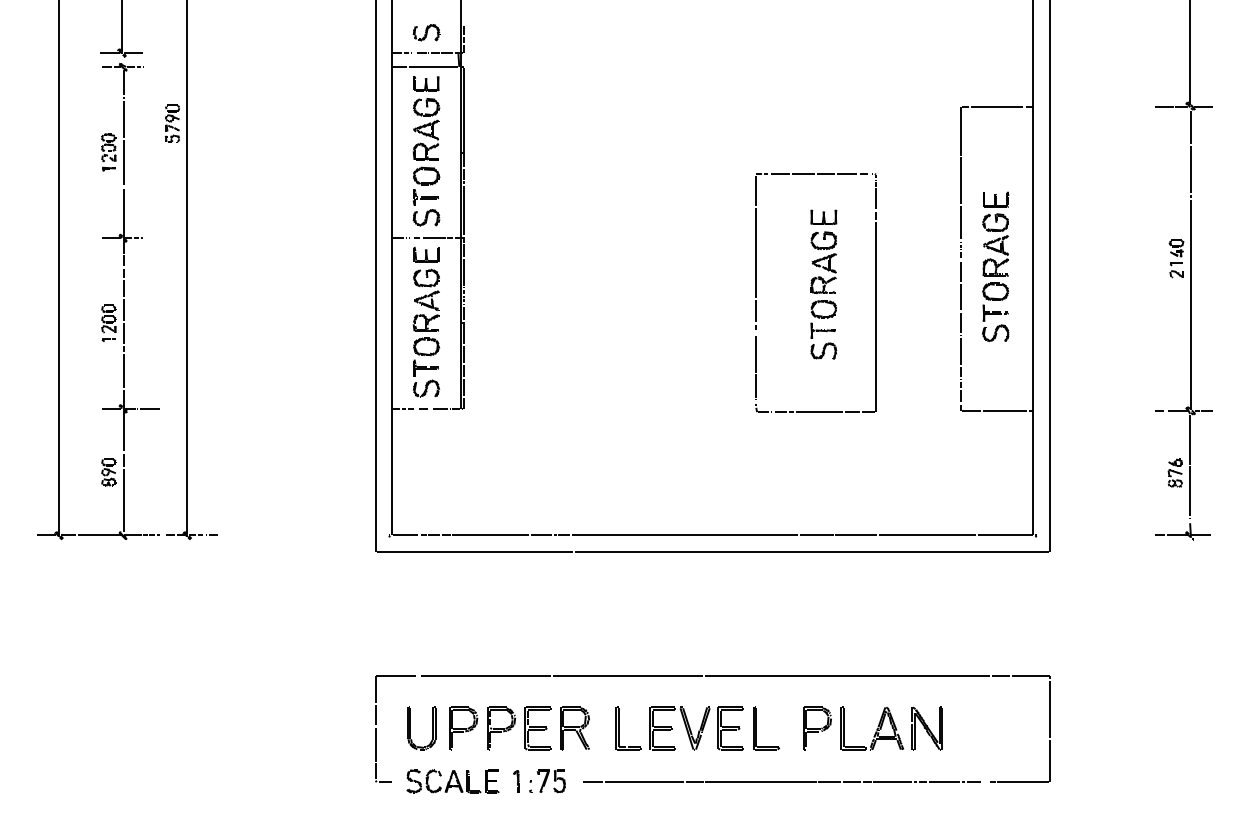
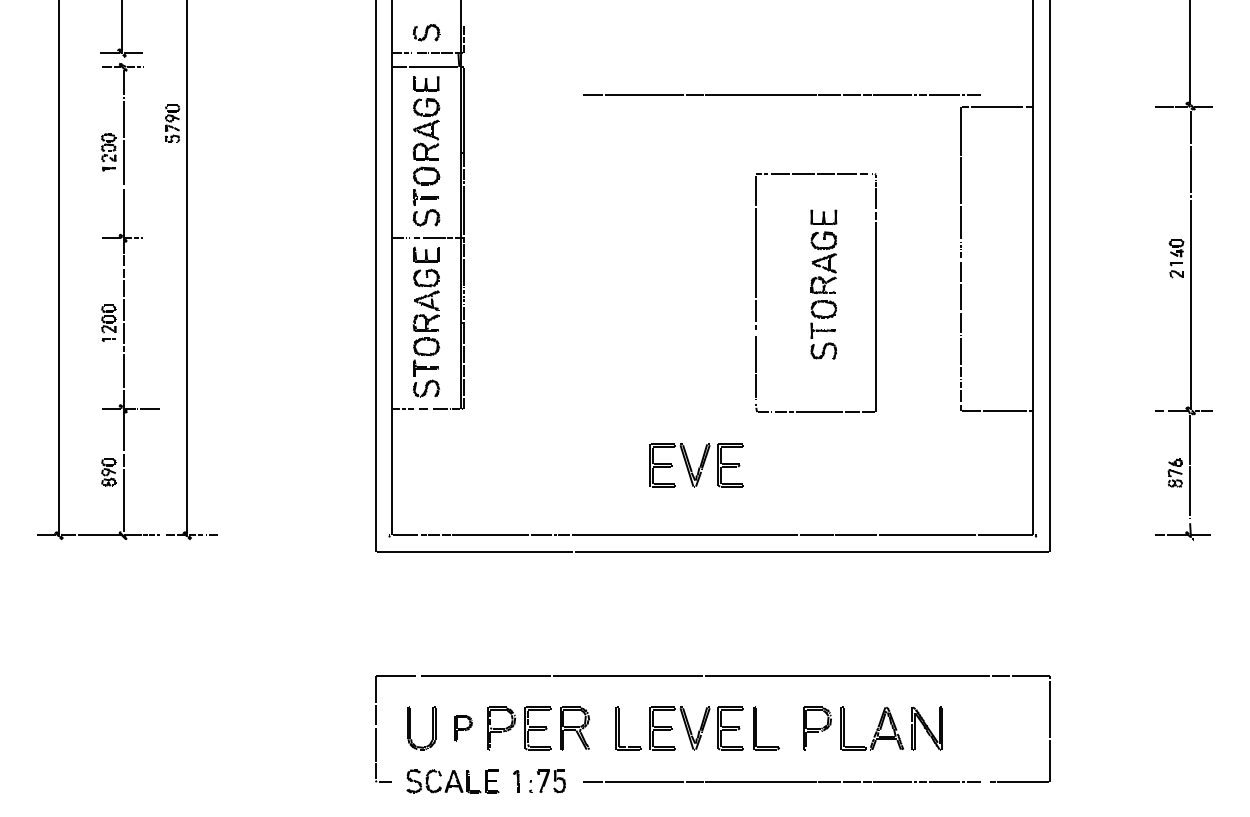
line at (781, 94): none -> present
part at (995, 266): present -> none
part at (696, 465): none -> present
part at (463, 728) size: 30x45 px -> 19x27 px
